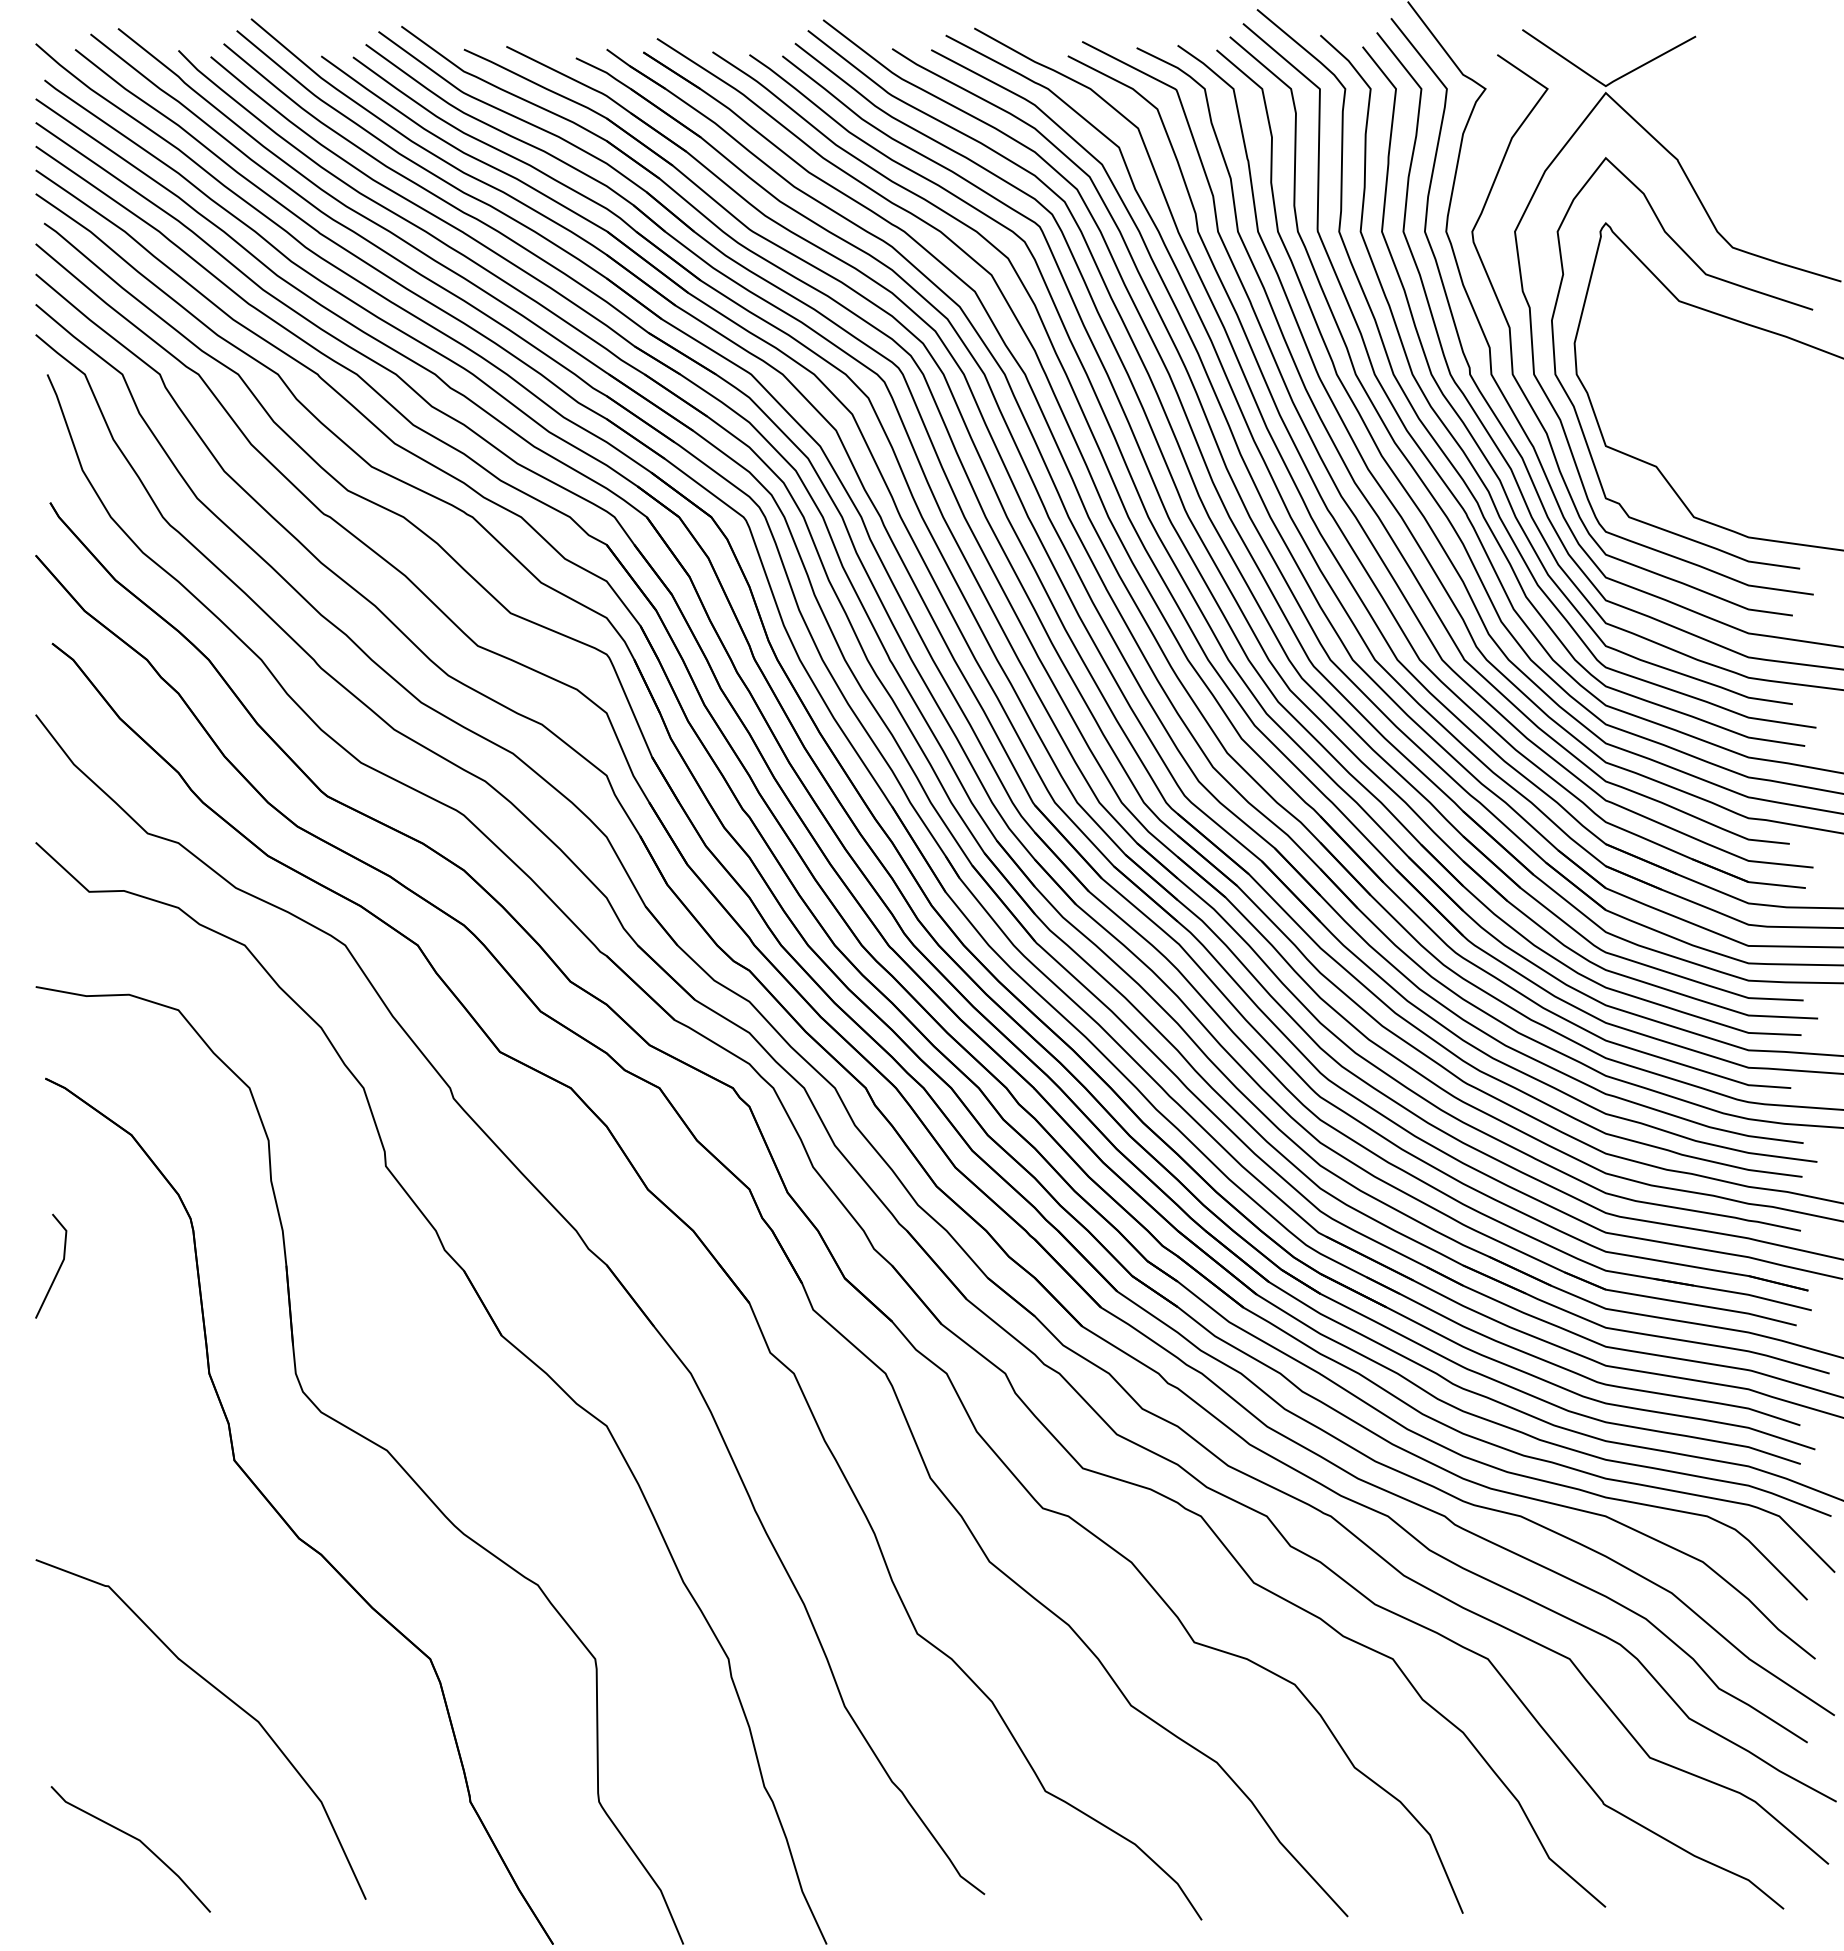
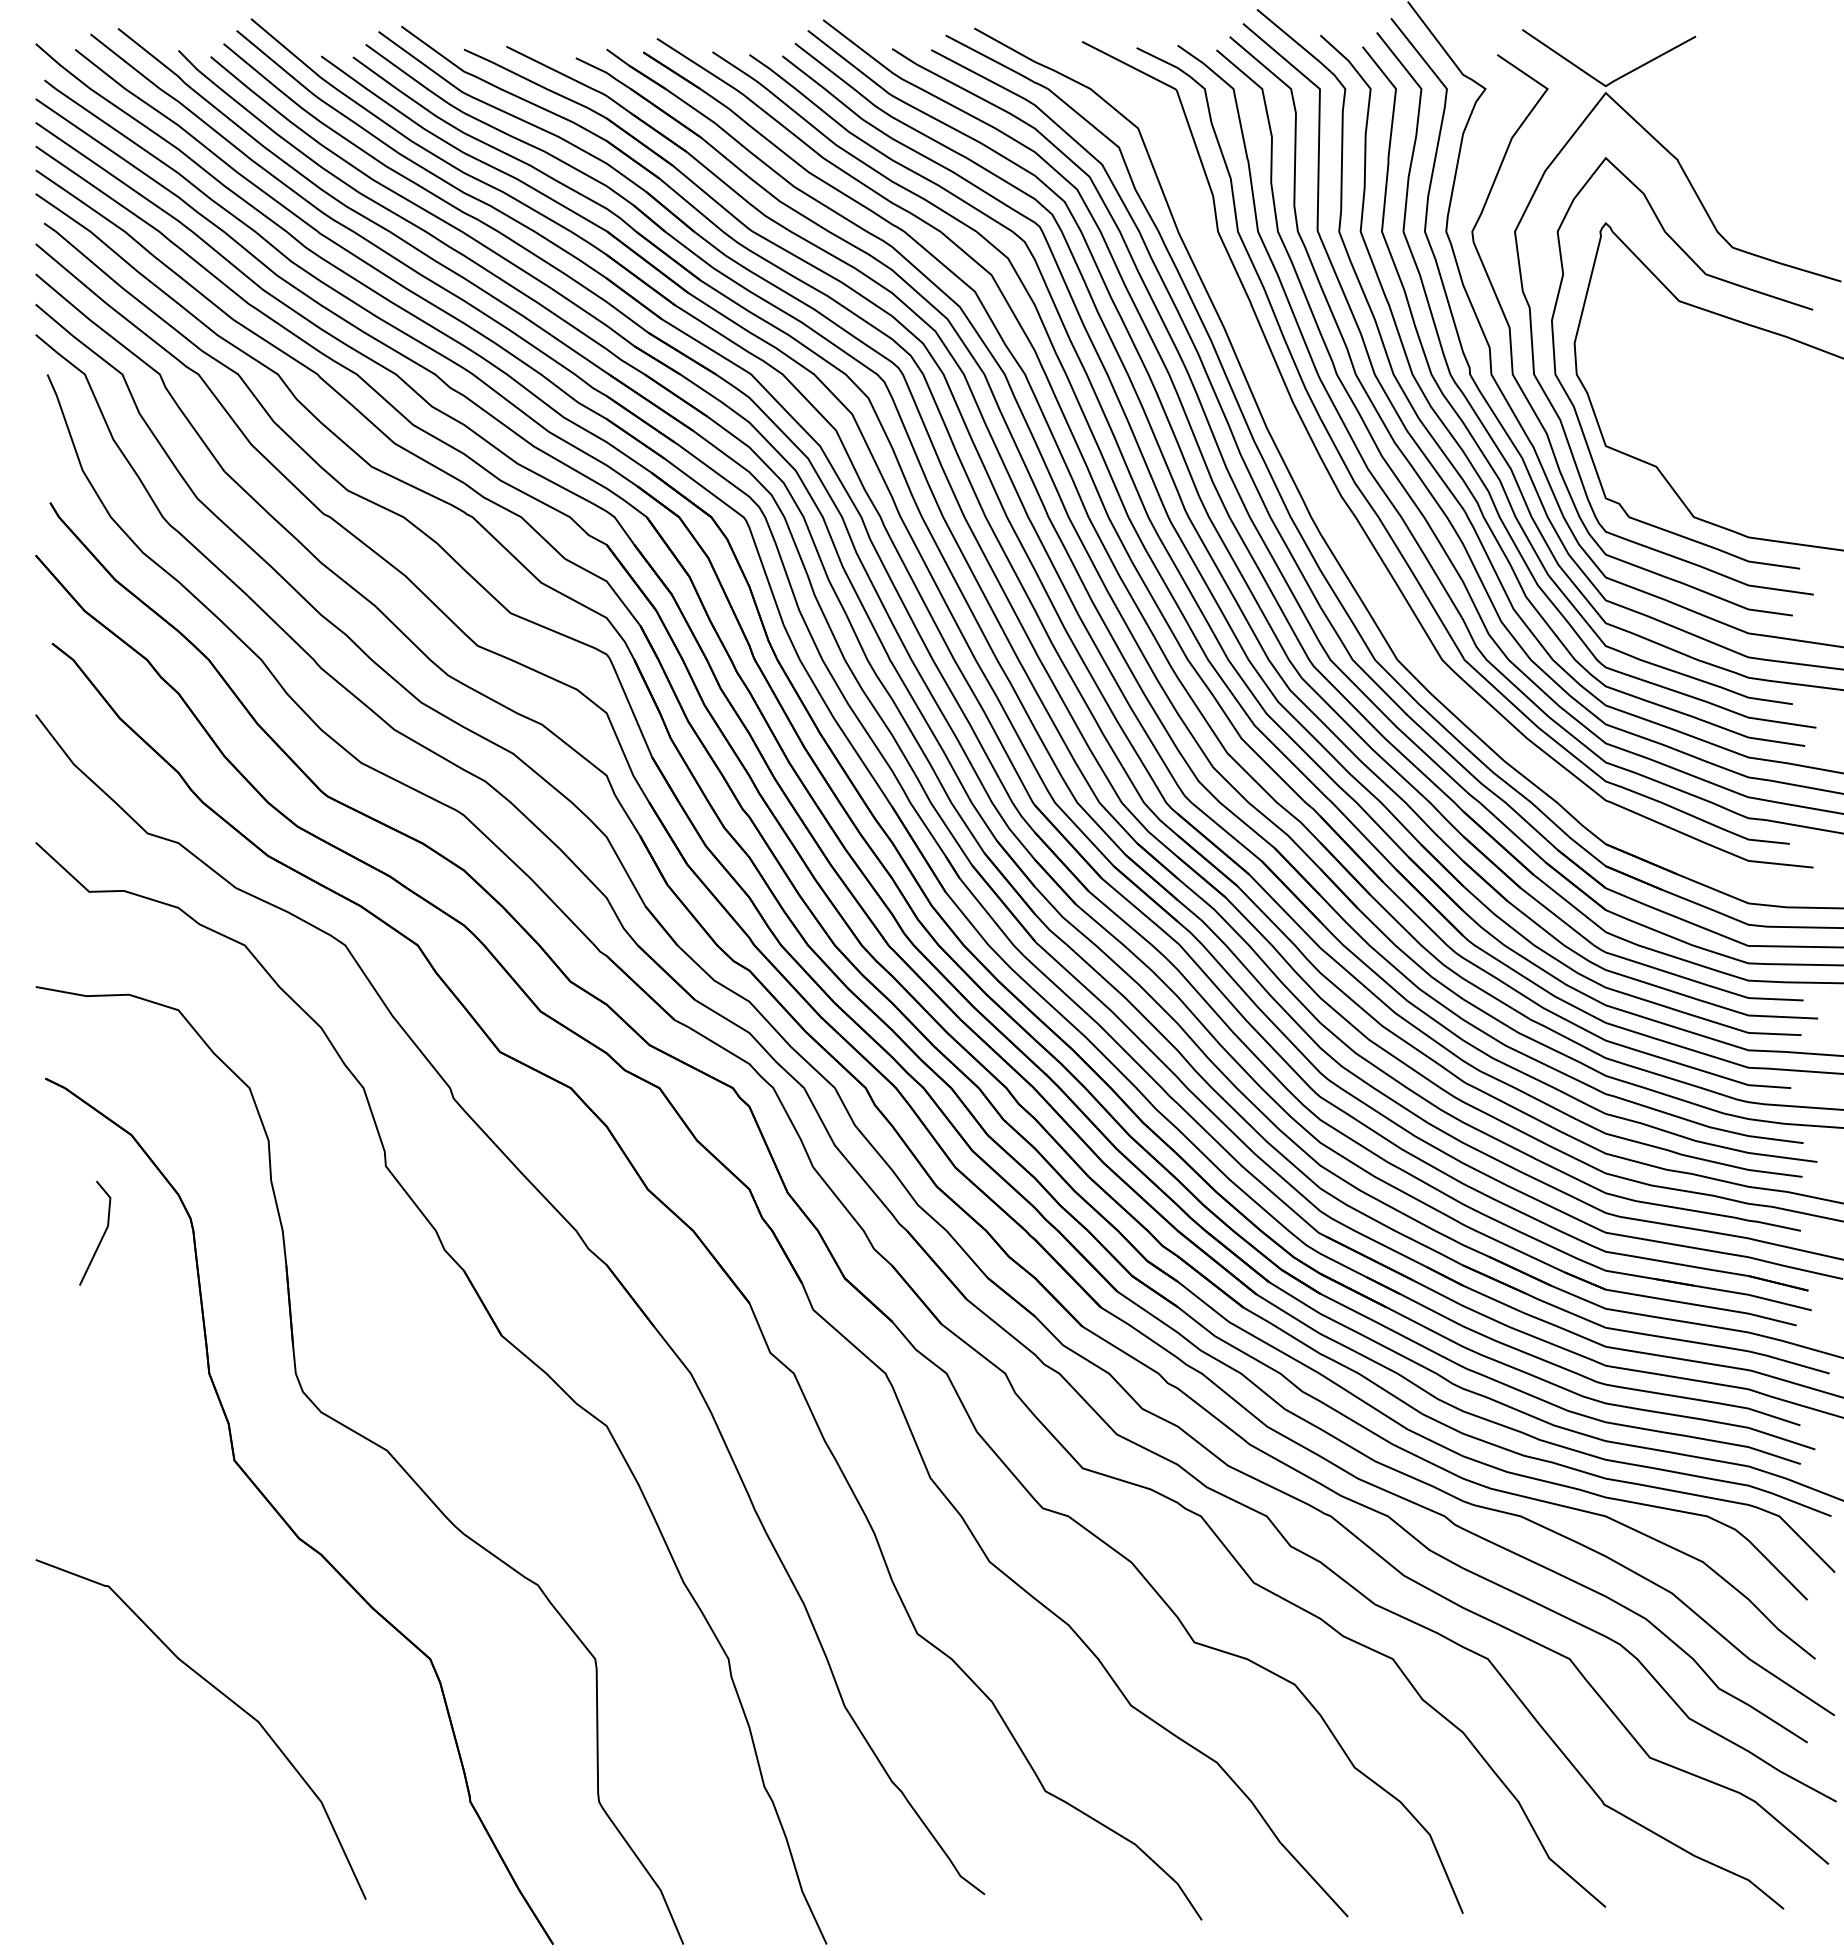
part at (1342, 530): present -> none
line at (58, 1268) position: (58, 1268) -> (102, 1235)
line at (135, 1839): present -> none
